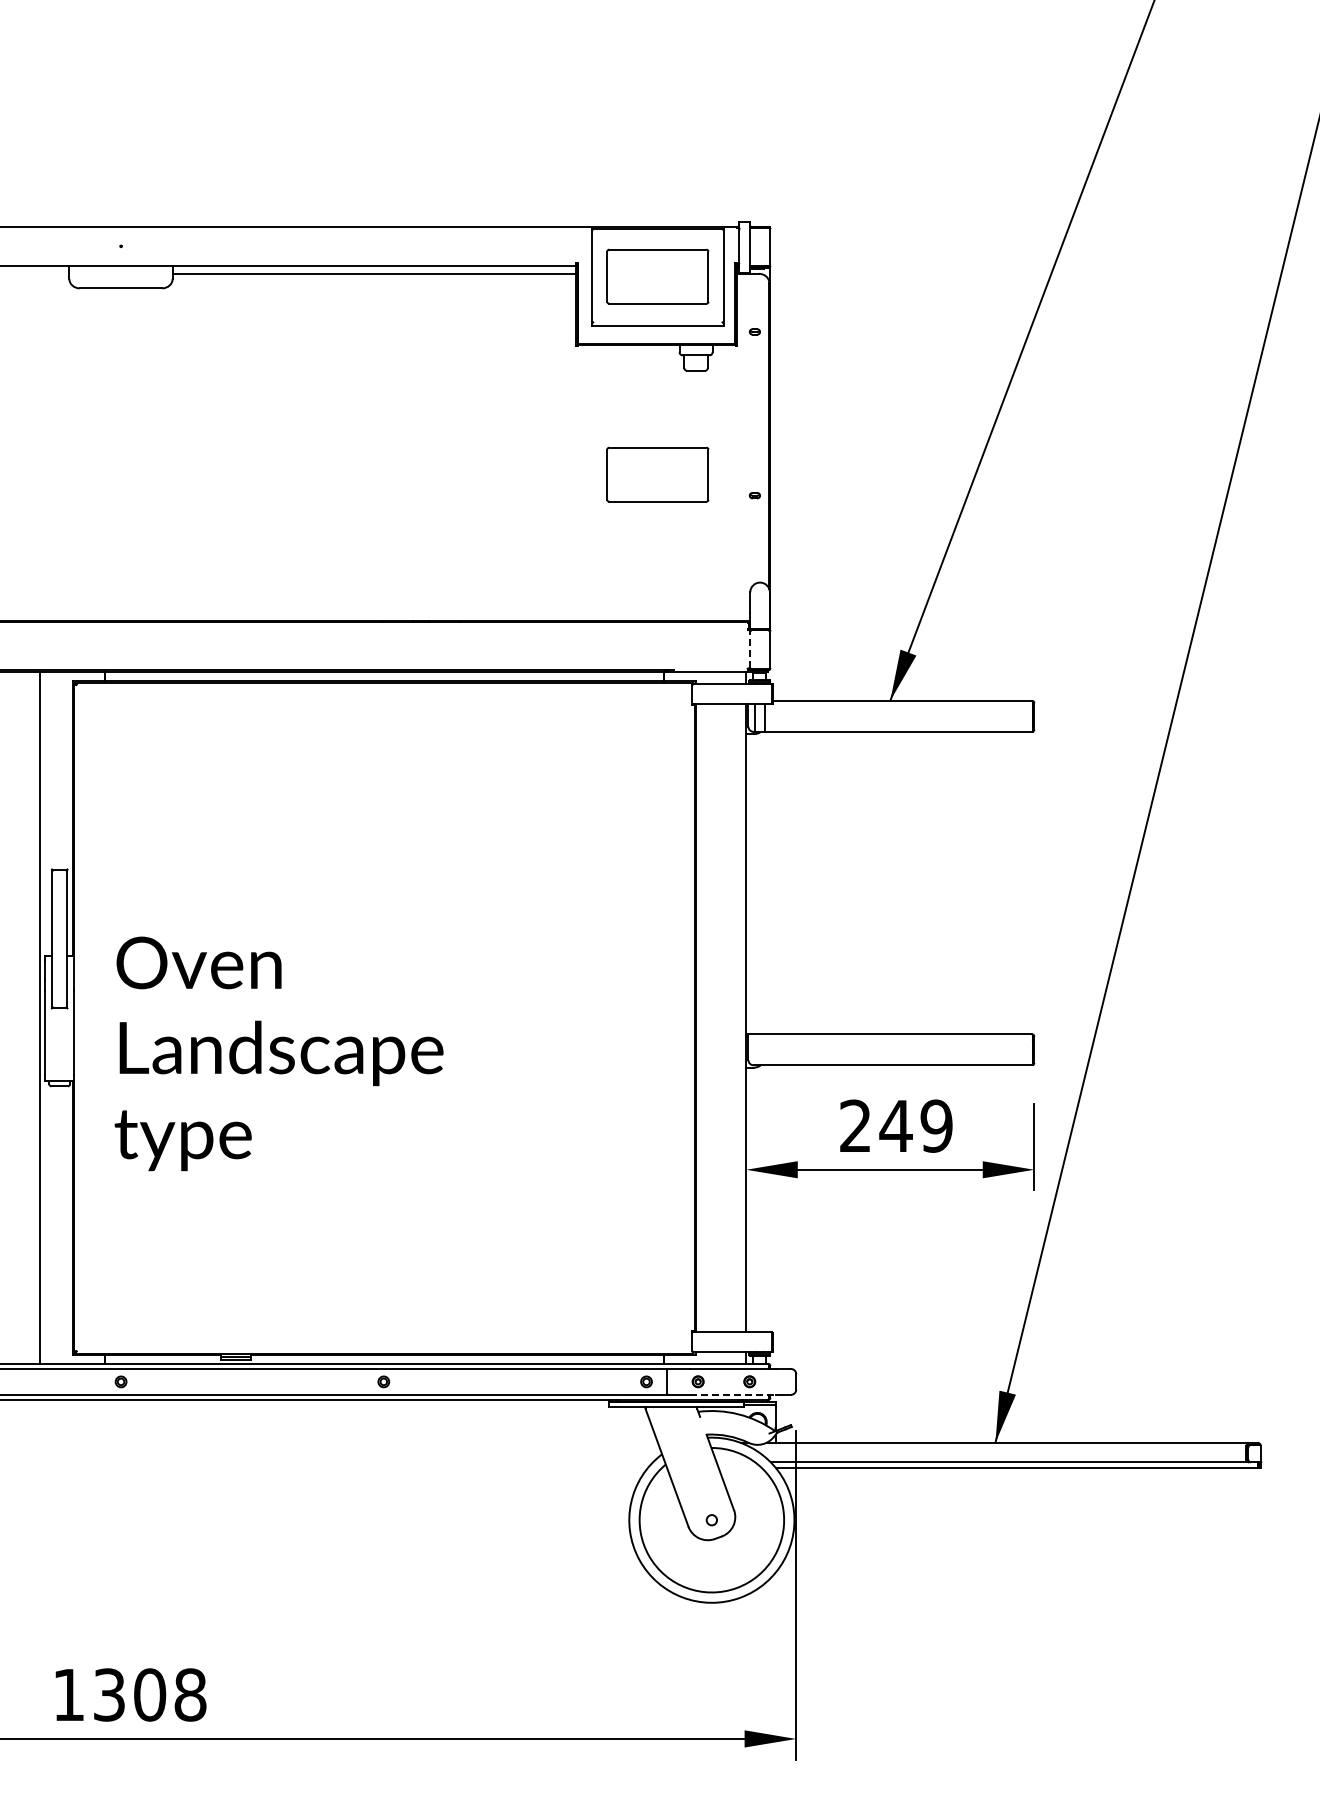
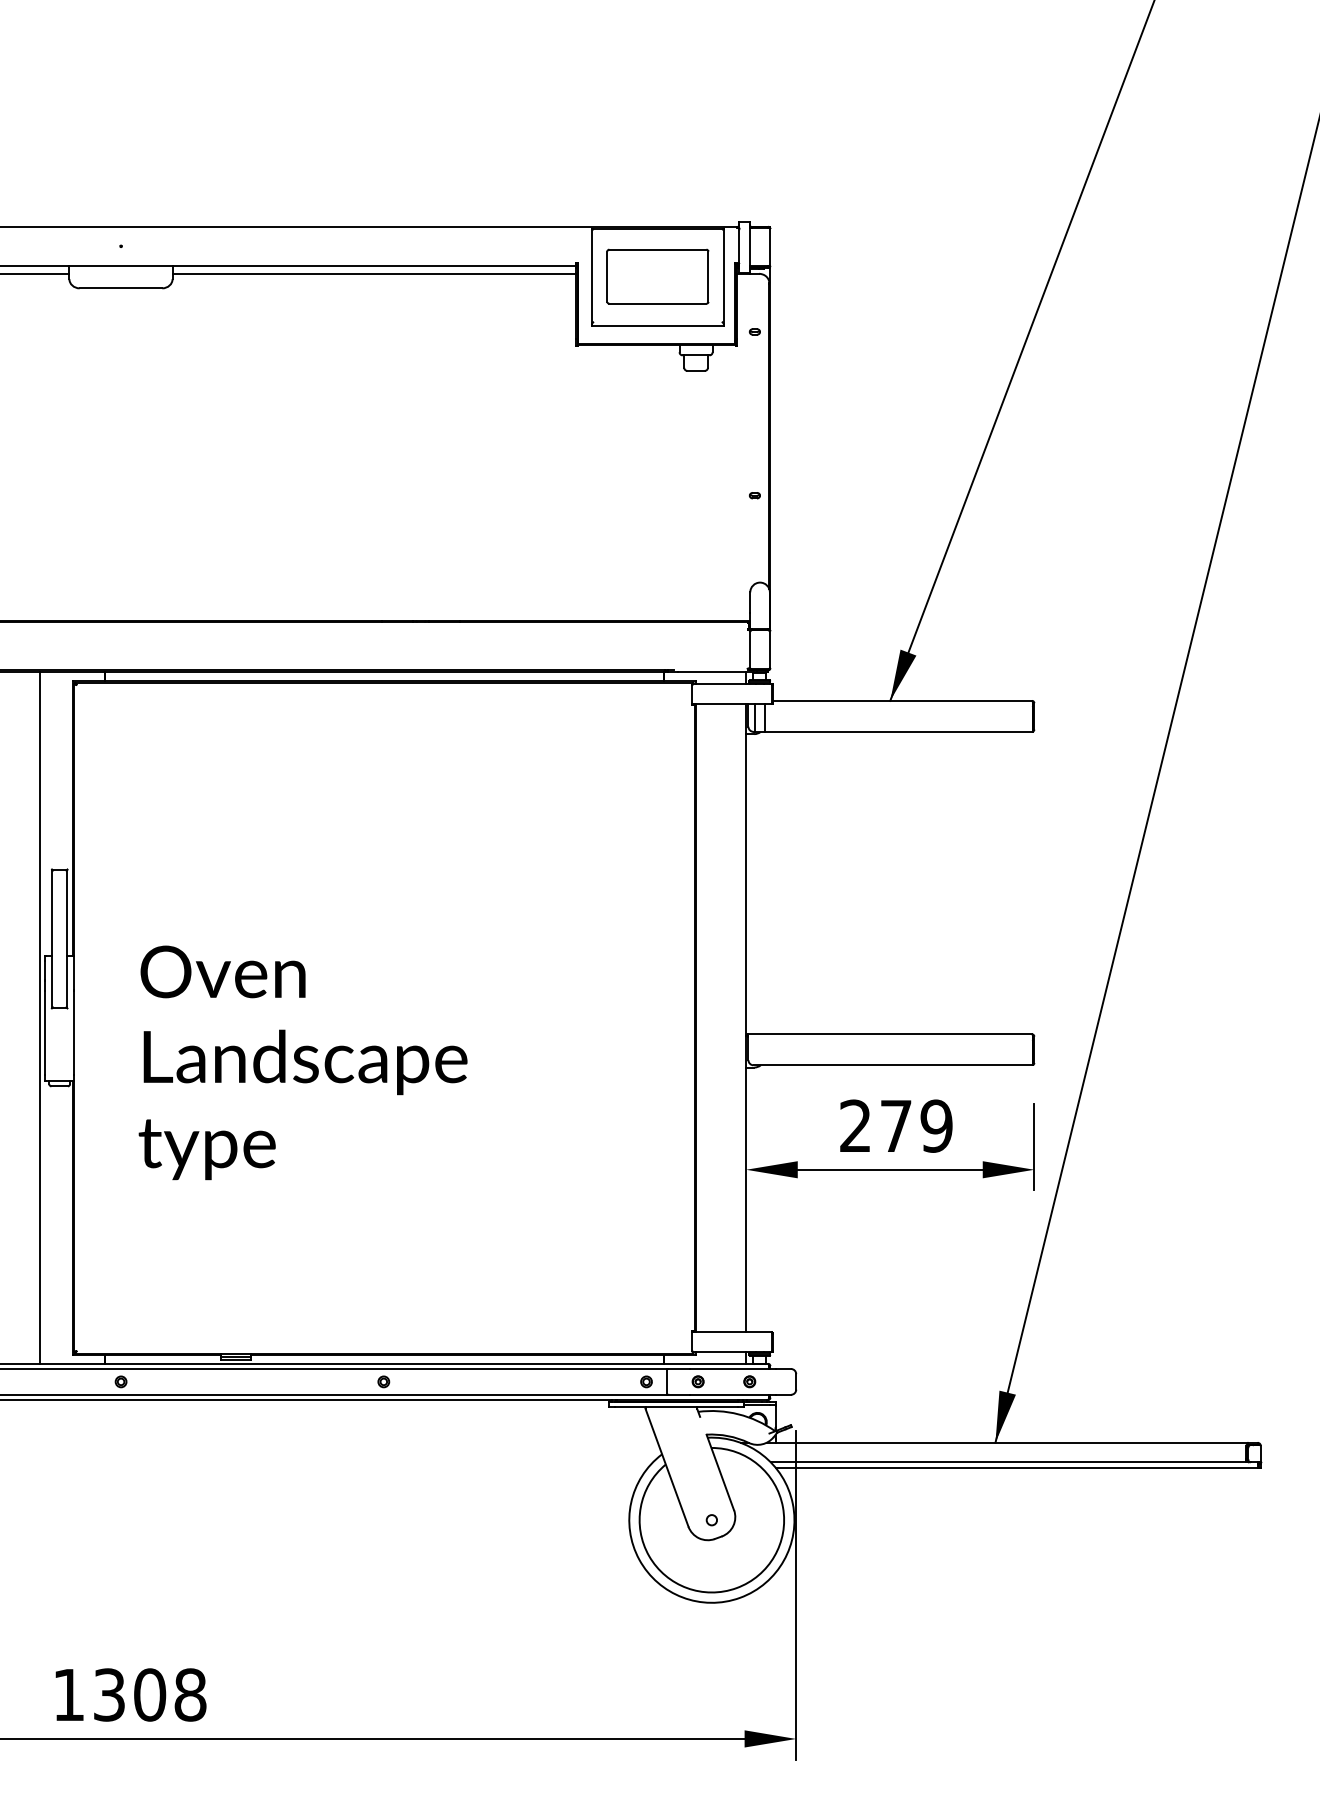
line at (35, 273): none -> present
part at (657, 474): present -> none
line at (749, 649): dashed -> solid
text at (278, 1053) position: (278, 1053) -> (302, 1062)
text at (895, 1125): 249 -> 279
line at (732, 1394): dashed -> solid
